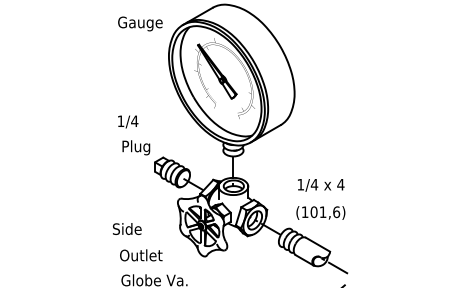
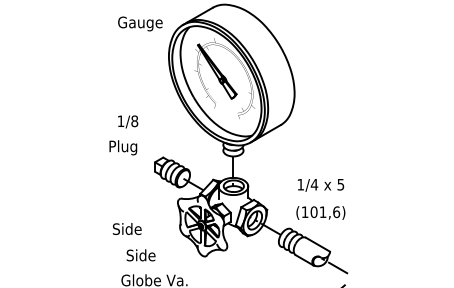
text at (134, 121): 1/4 -> 1/8
text at (136, 147) position: (136, 147) -> (123, 147)
text at (340, 184): 4 -> 5
text at (141, 255): Outlet -> Side
